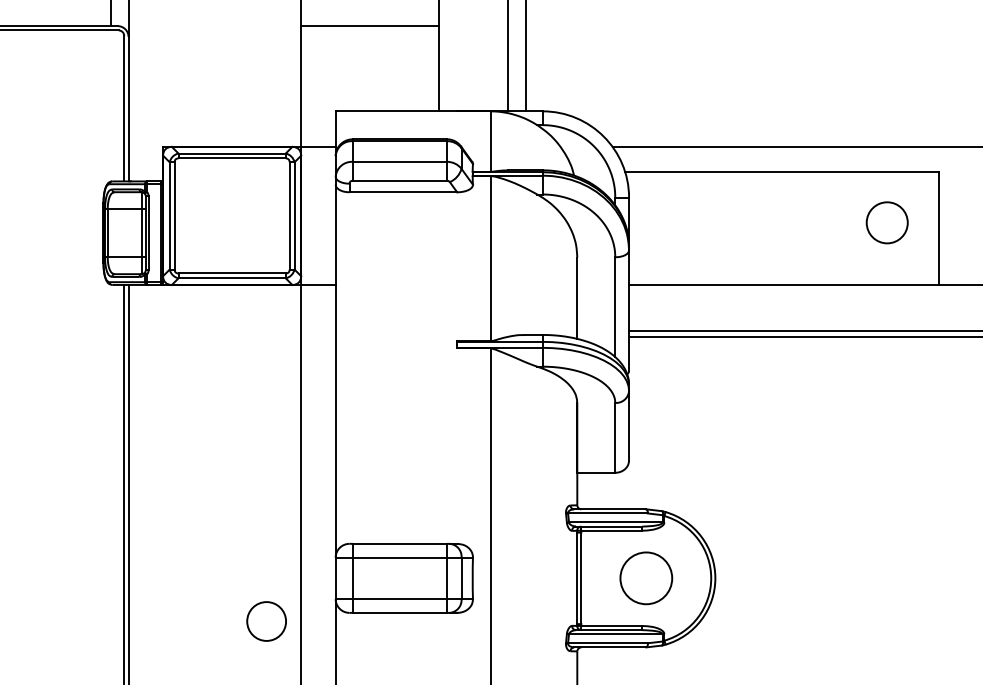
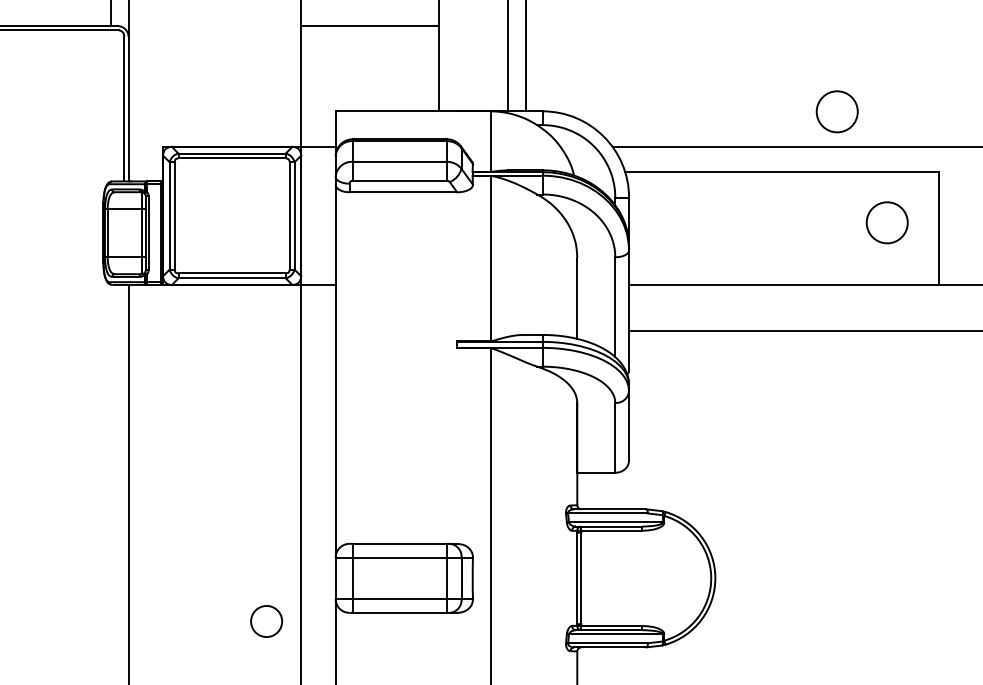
circle at (836, 111): none -> present
line at (804, 336): present -> none
line at (124, 482): present -> none
circle at (646, 578): present -> none
circle at (266, 621) size: 41x41 px -> 34x33 px
